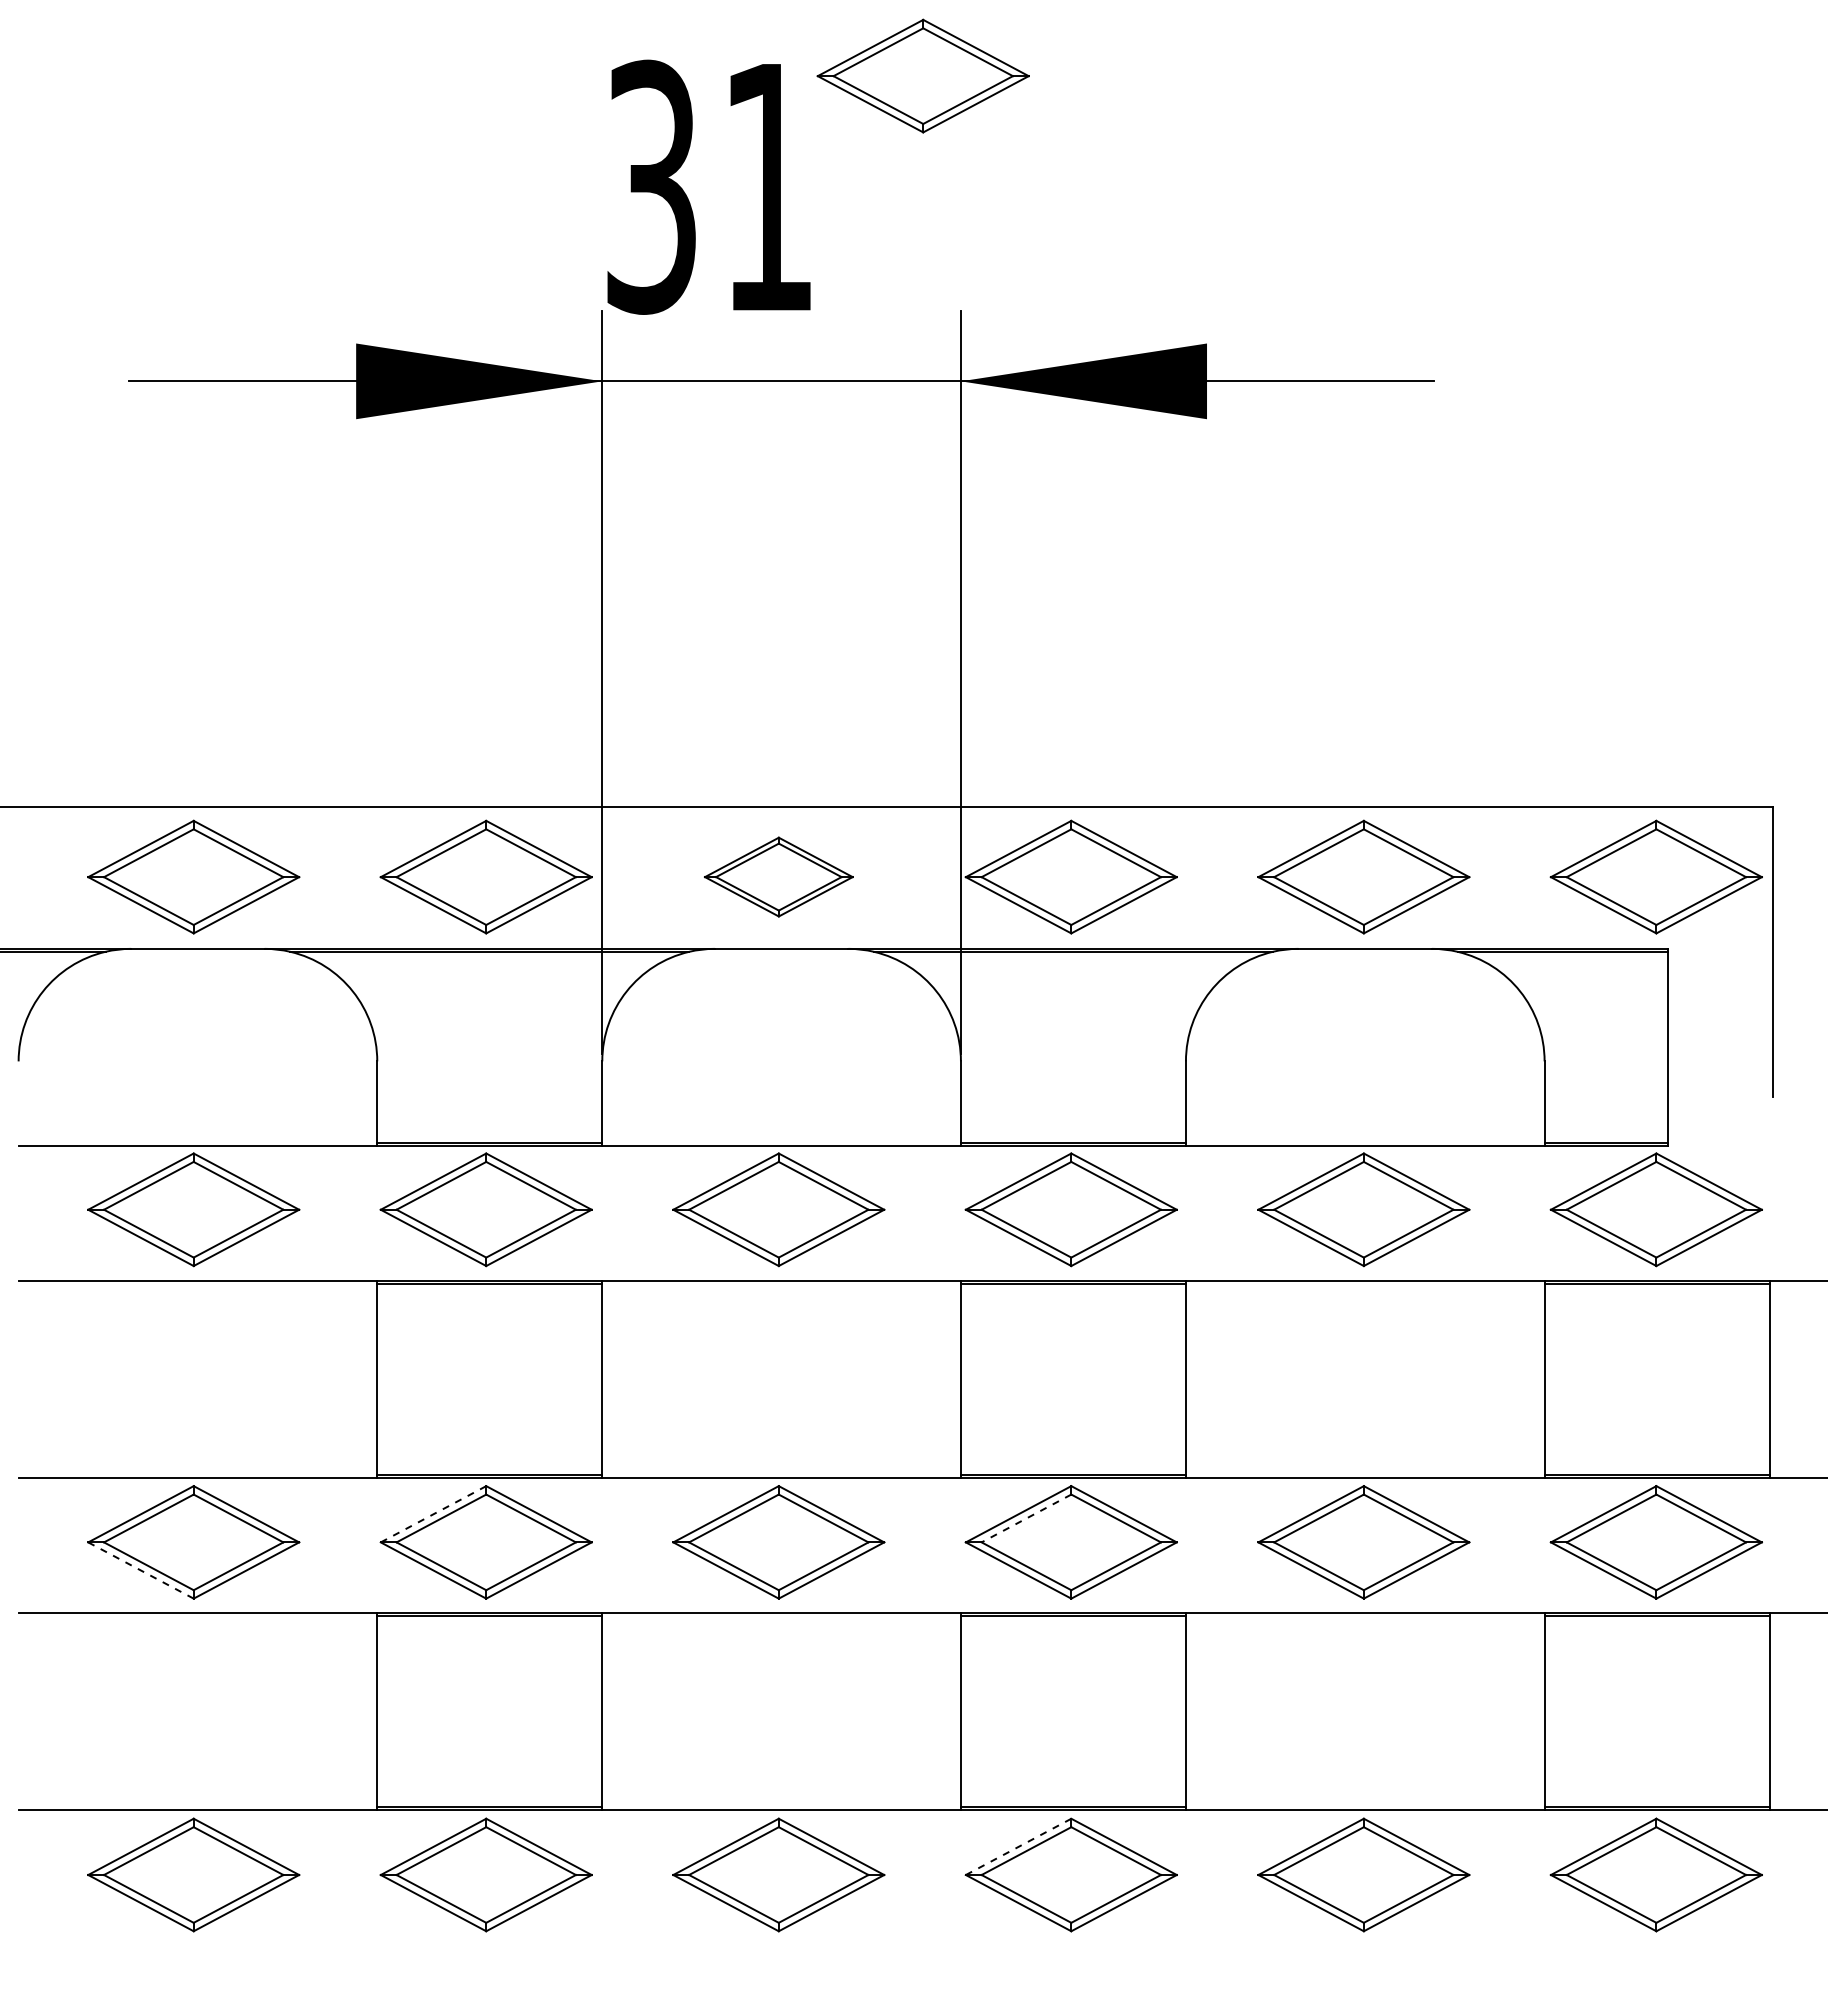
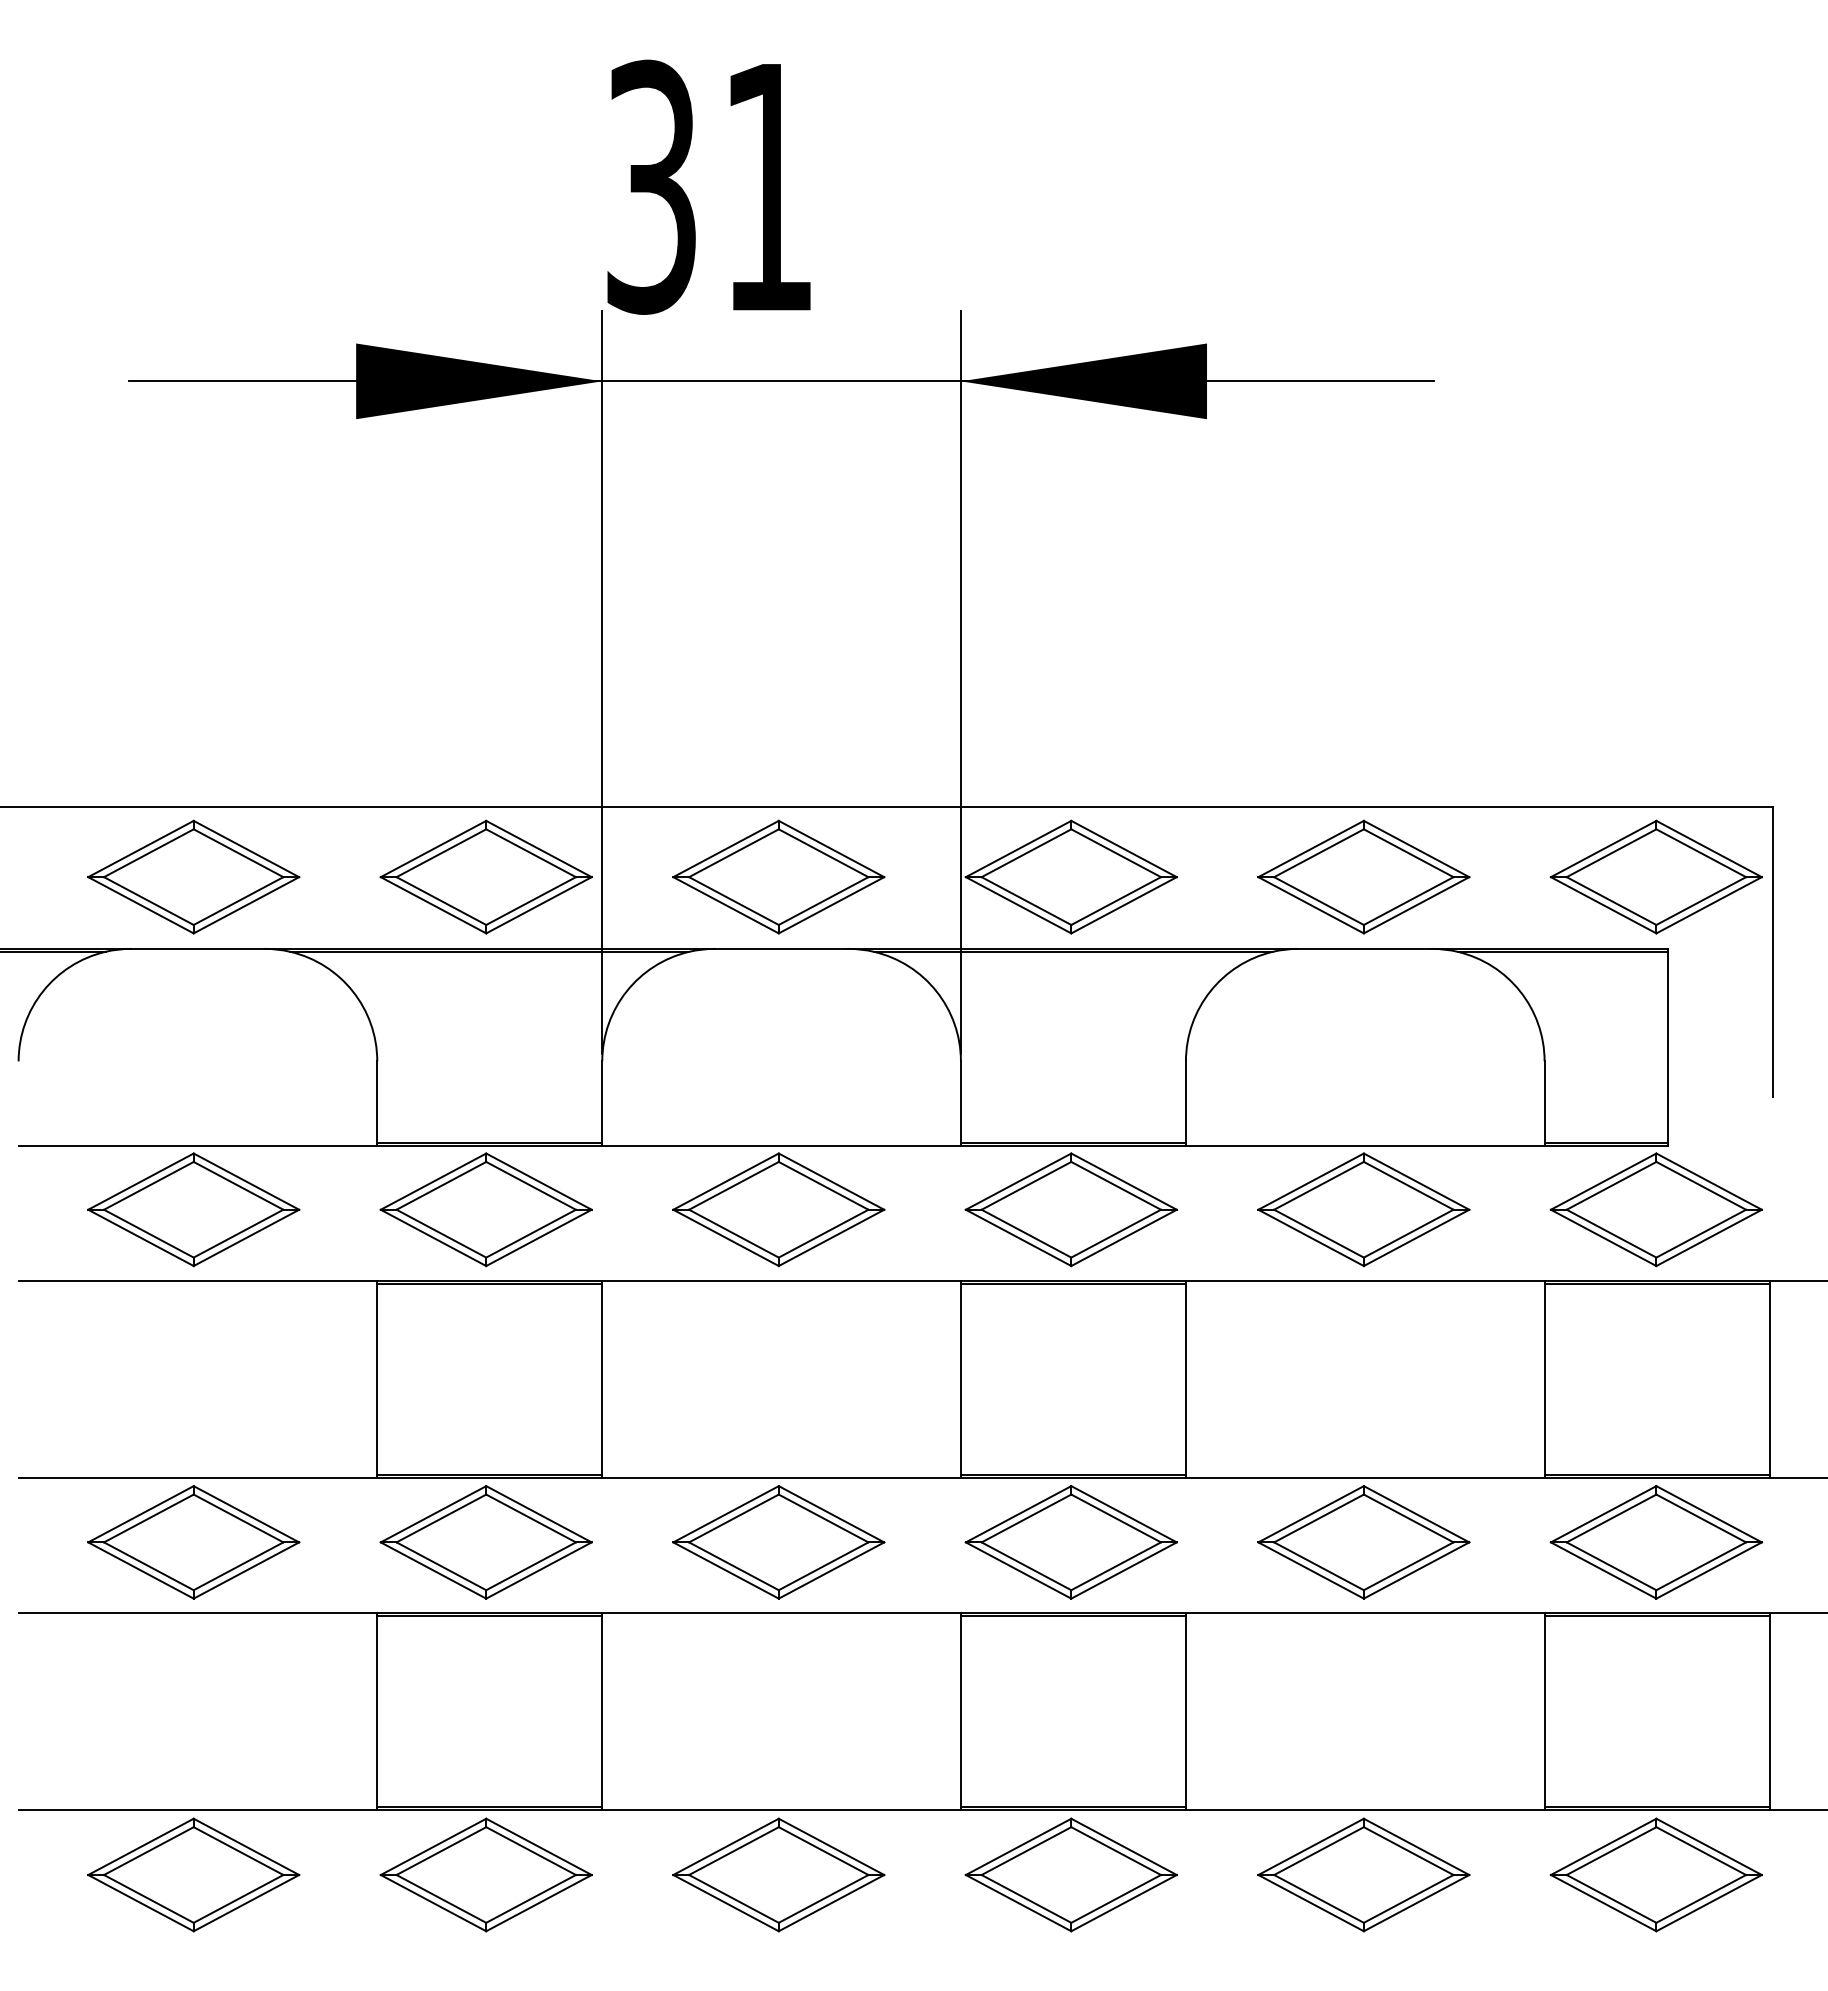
part at (922, 75): present -> none
part at (778, 876) size: 150x82 px -> 214x116 px
line at (433, 1514): dashed -> solid
line at (1026, 1518): dashed -> solid
line at (140, 1570): dashed -> solid
line at (1018, 1846): dashed -> solid
